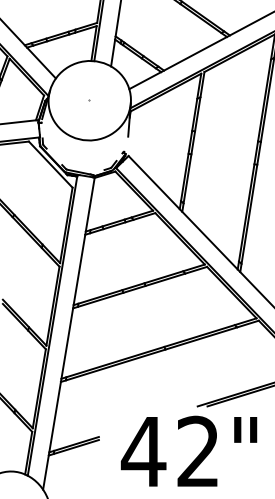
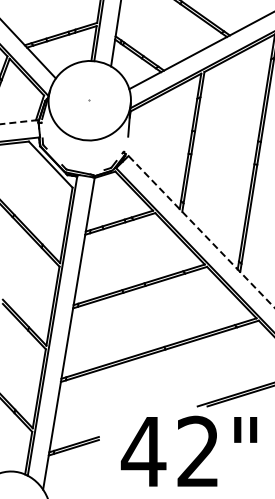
line at (19, 122): solid -> dashed
line at (201, 231): solid -> dashed
